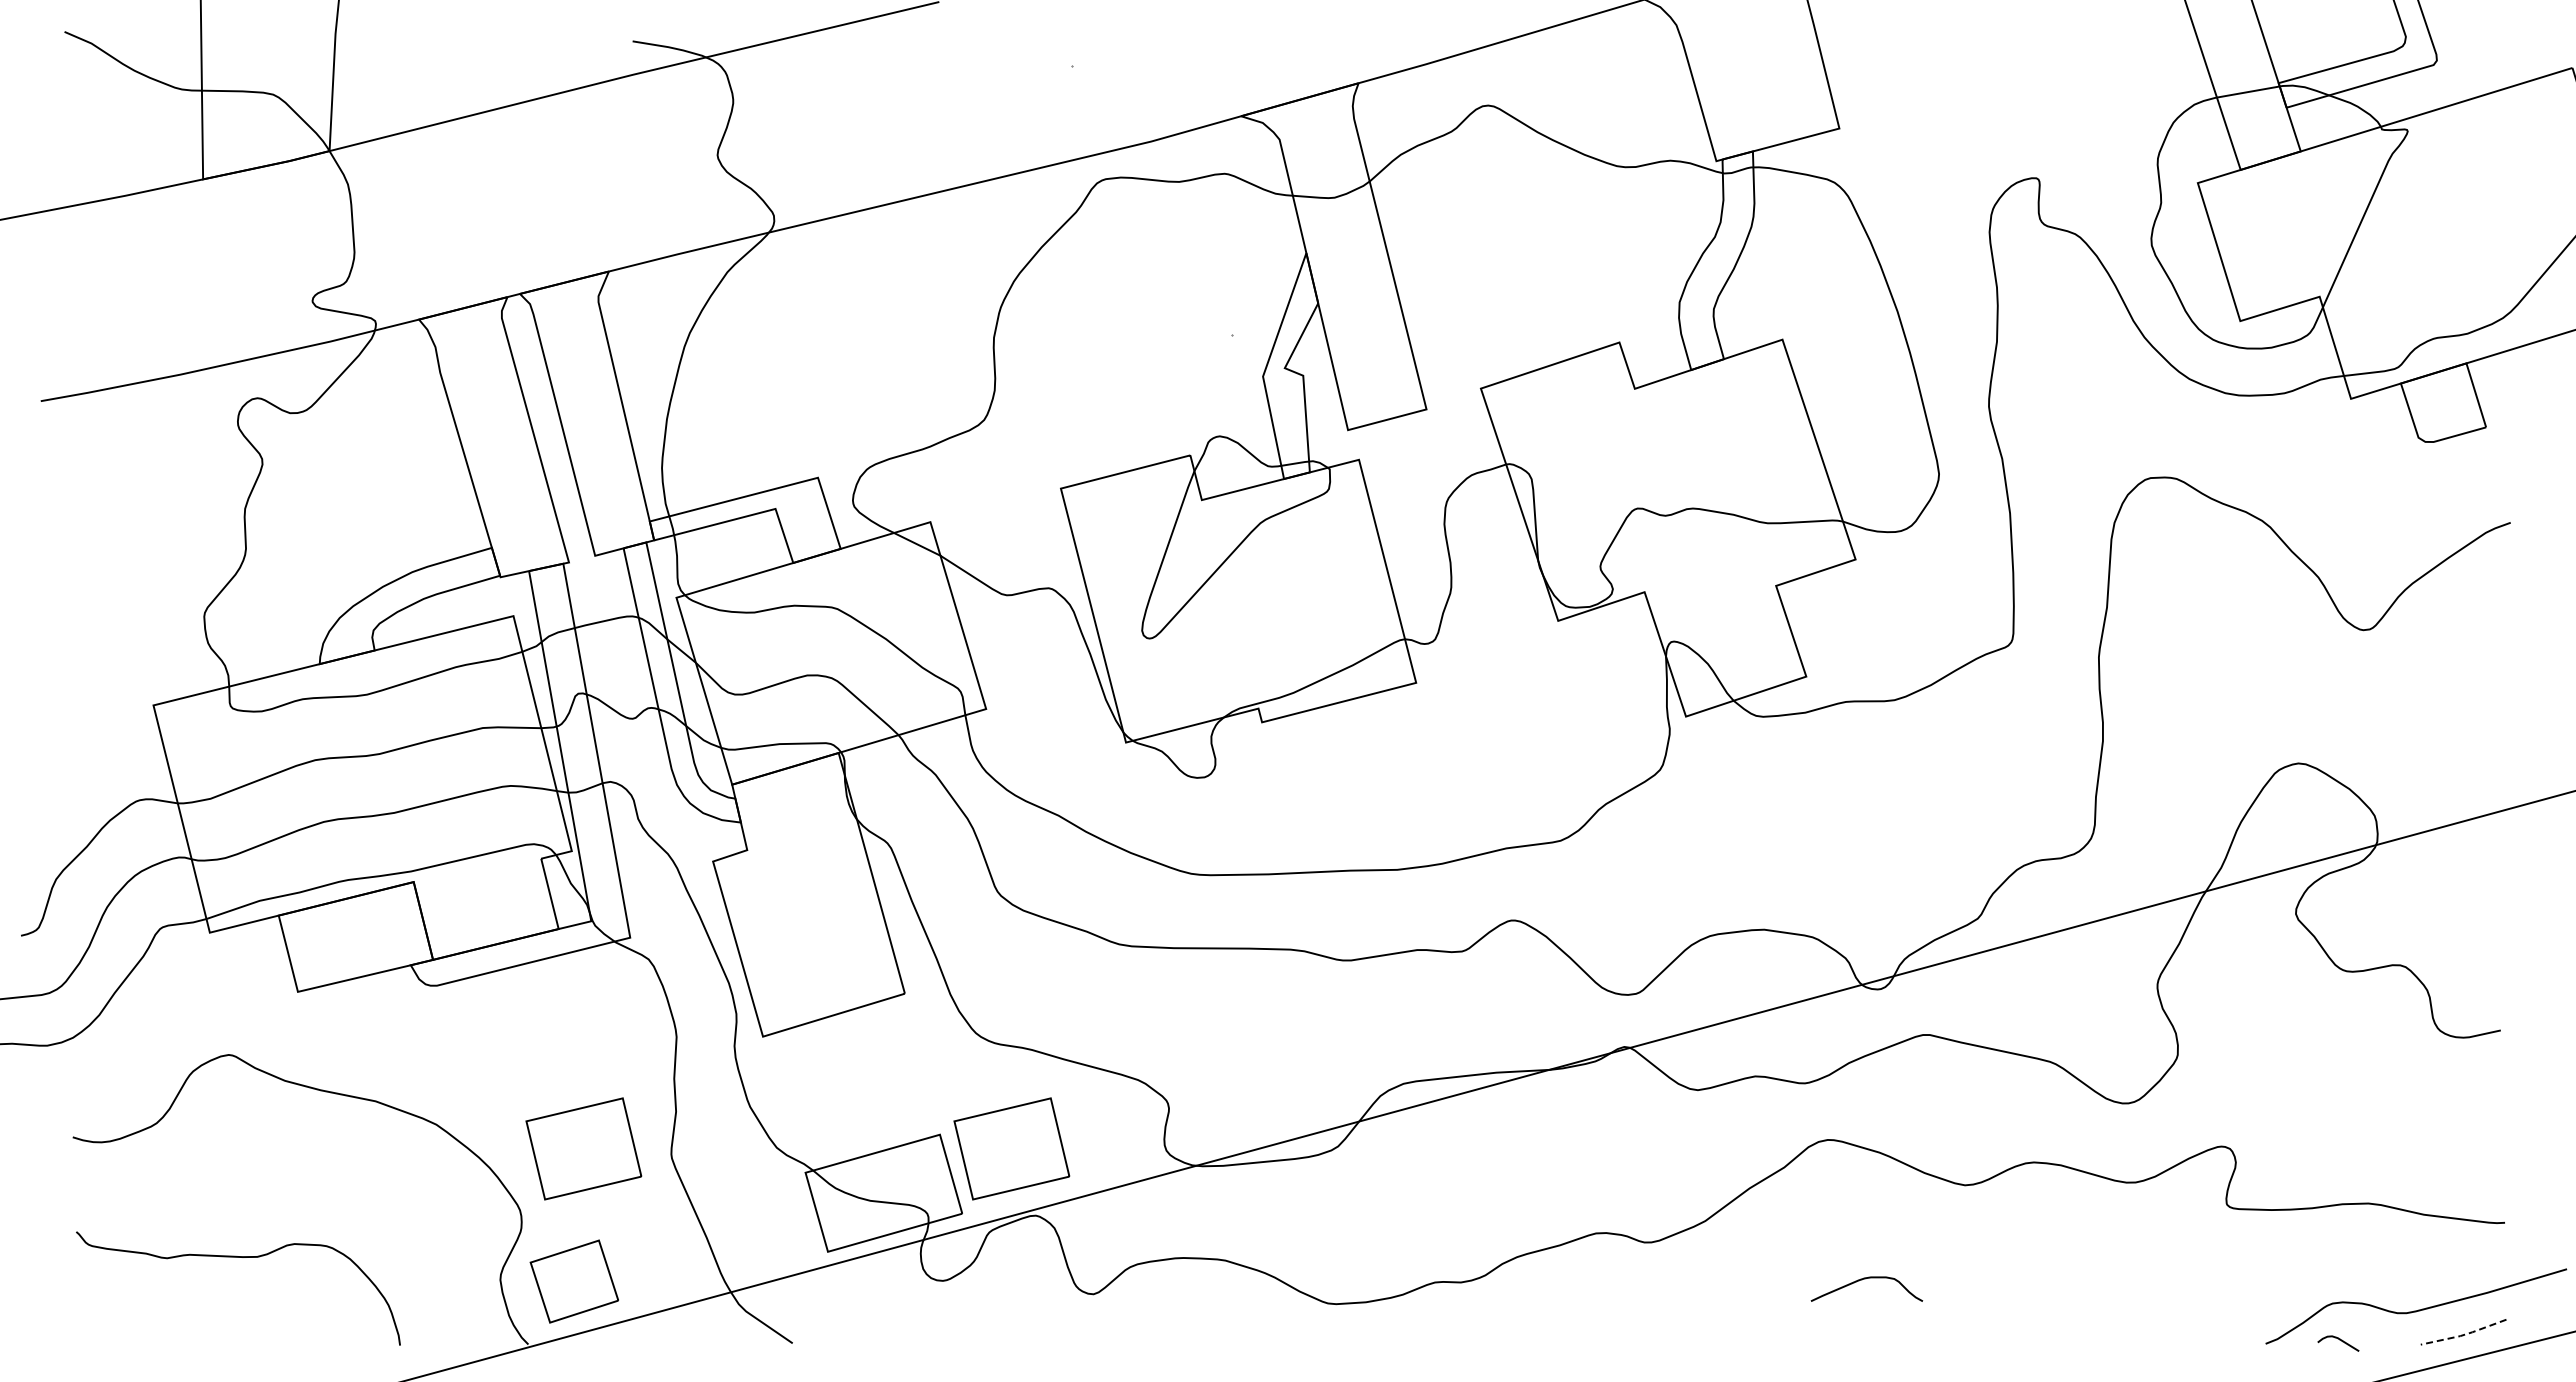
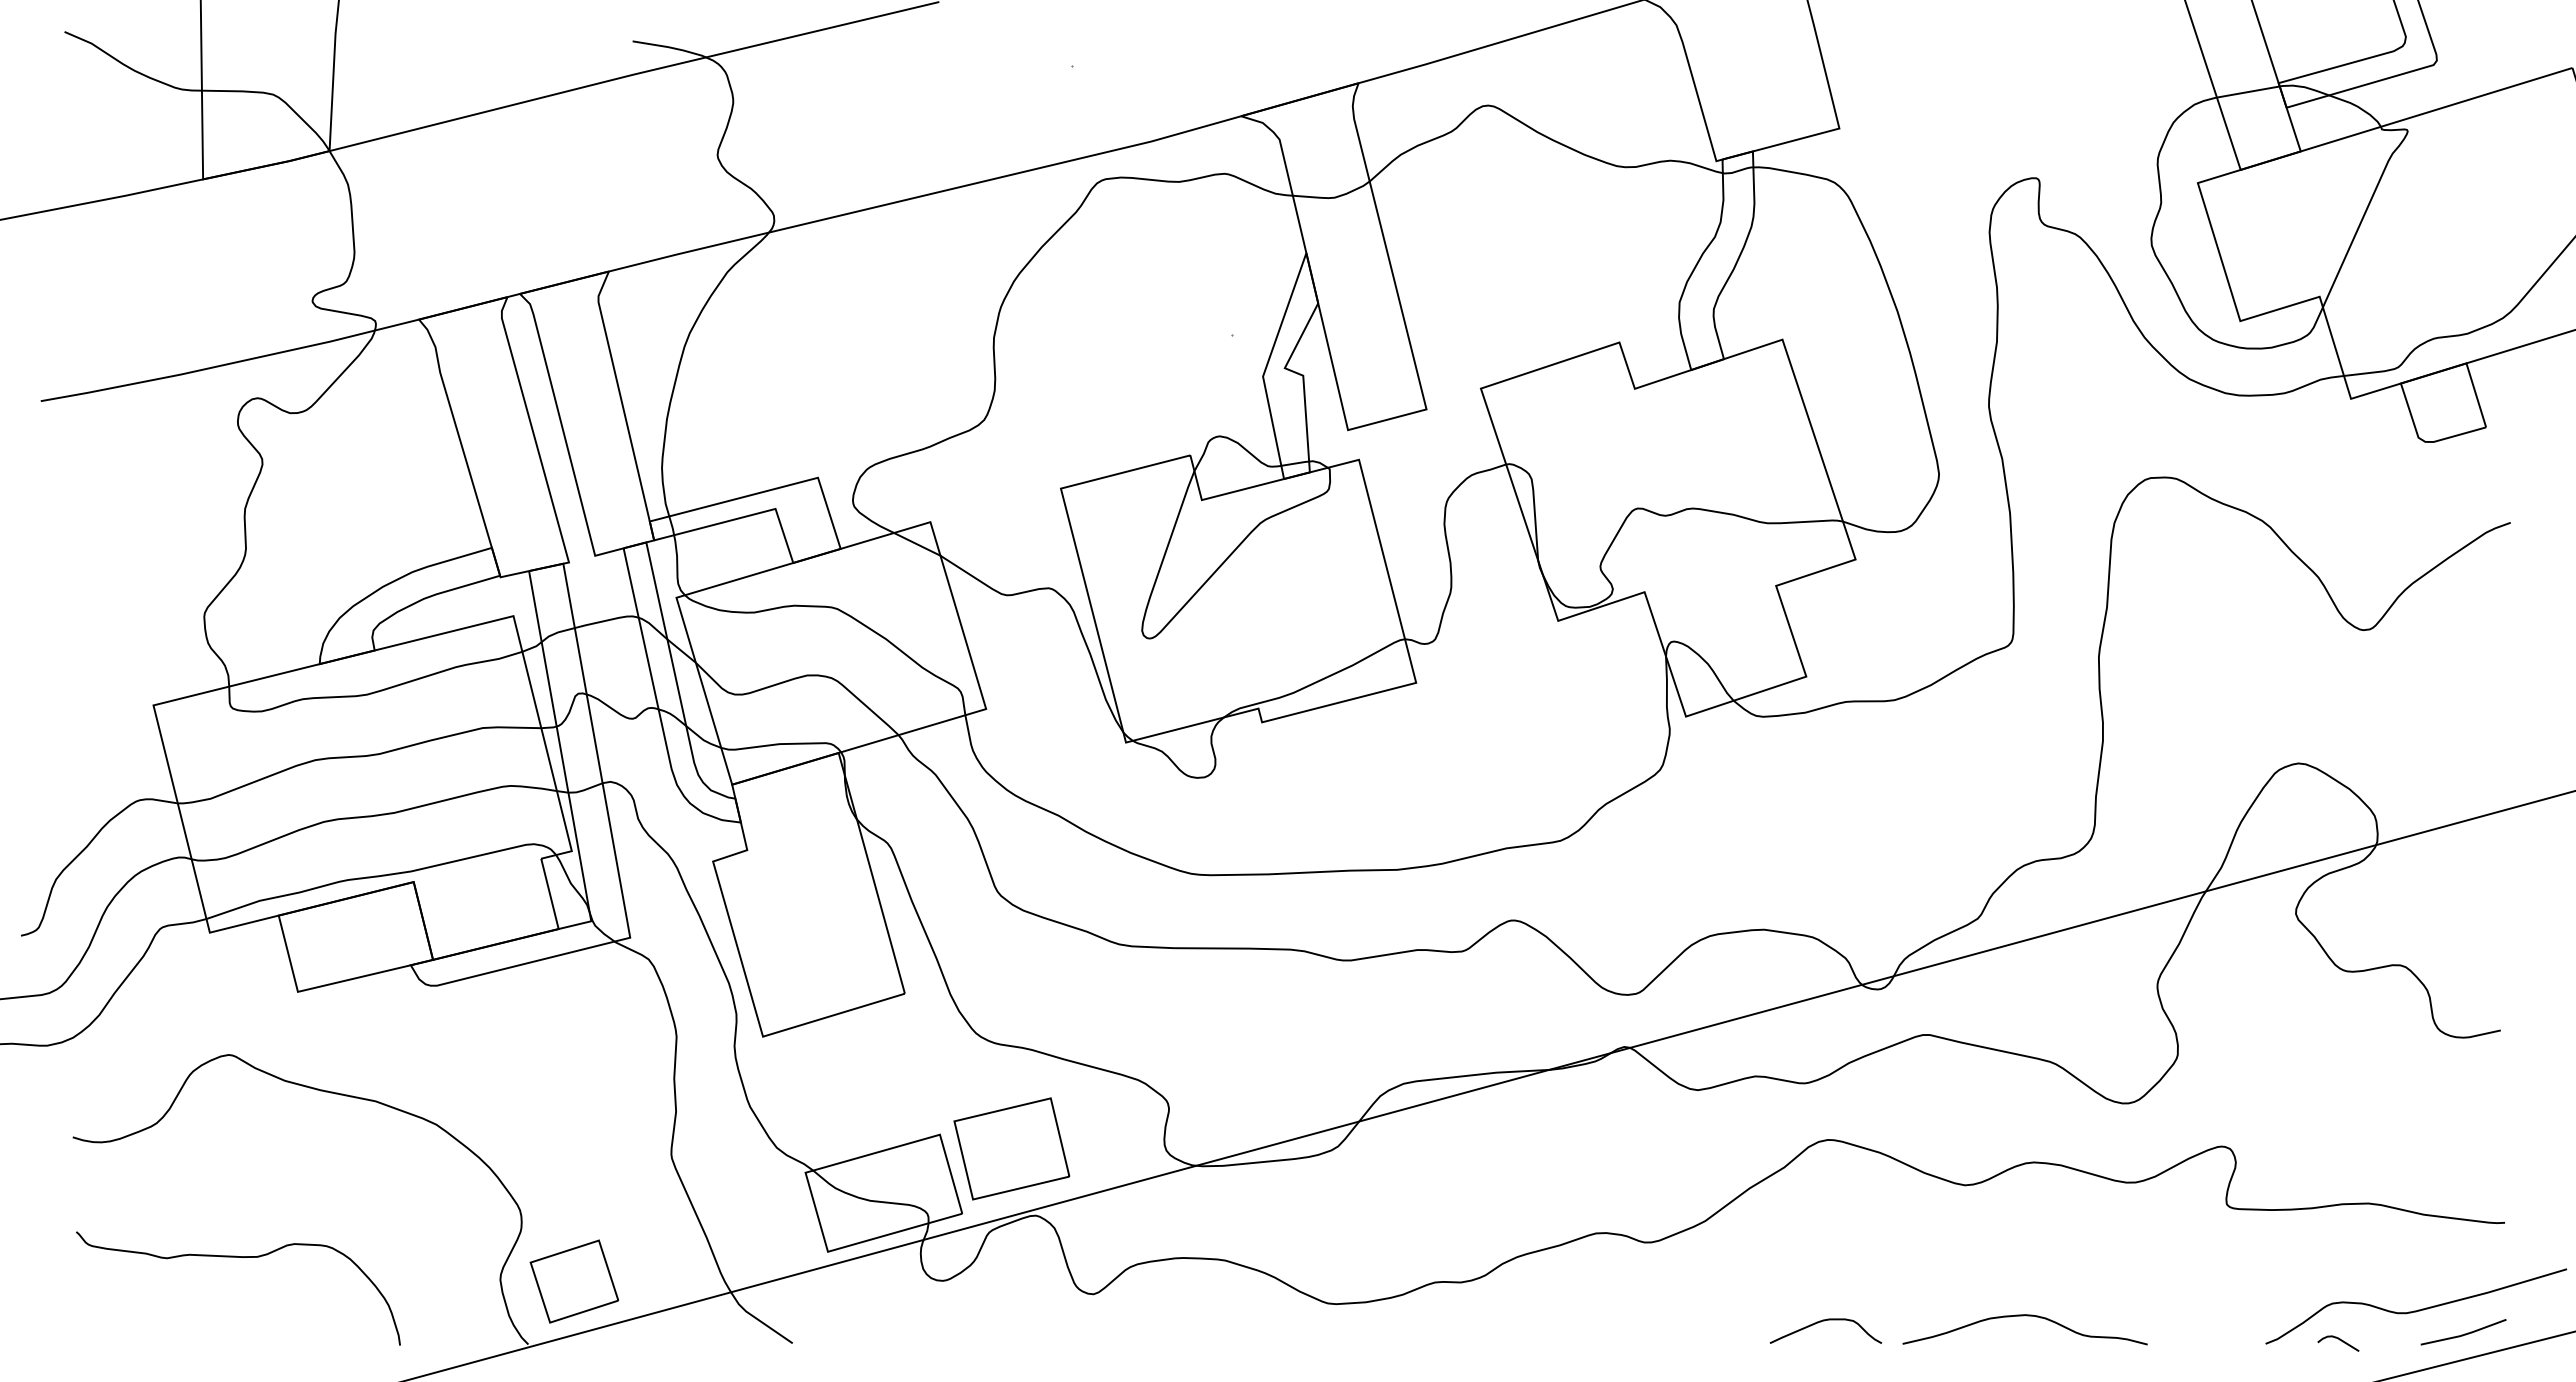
part at (583, 1148): present -> none
curve at (1862, 1280) position: (1862, 1280) -> (1821, 1322)
curve at (2023, 1316): none -> present
line at (2464, 1334): dashed -> solid
